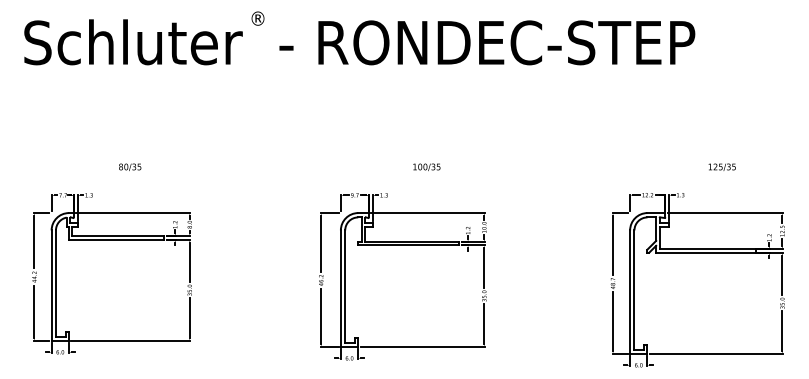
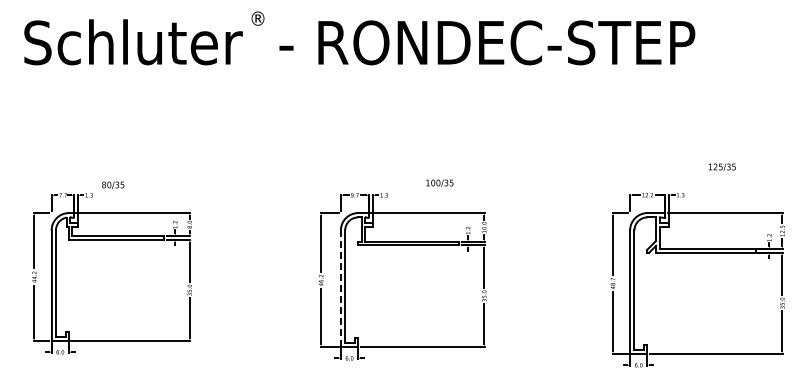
text at (130, 166) position: (130, 166) -> (113, 184)
text at (426, 166) position: (426, 166) -> (439, 182)
line at (340, 288): solid -> dashed
